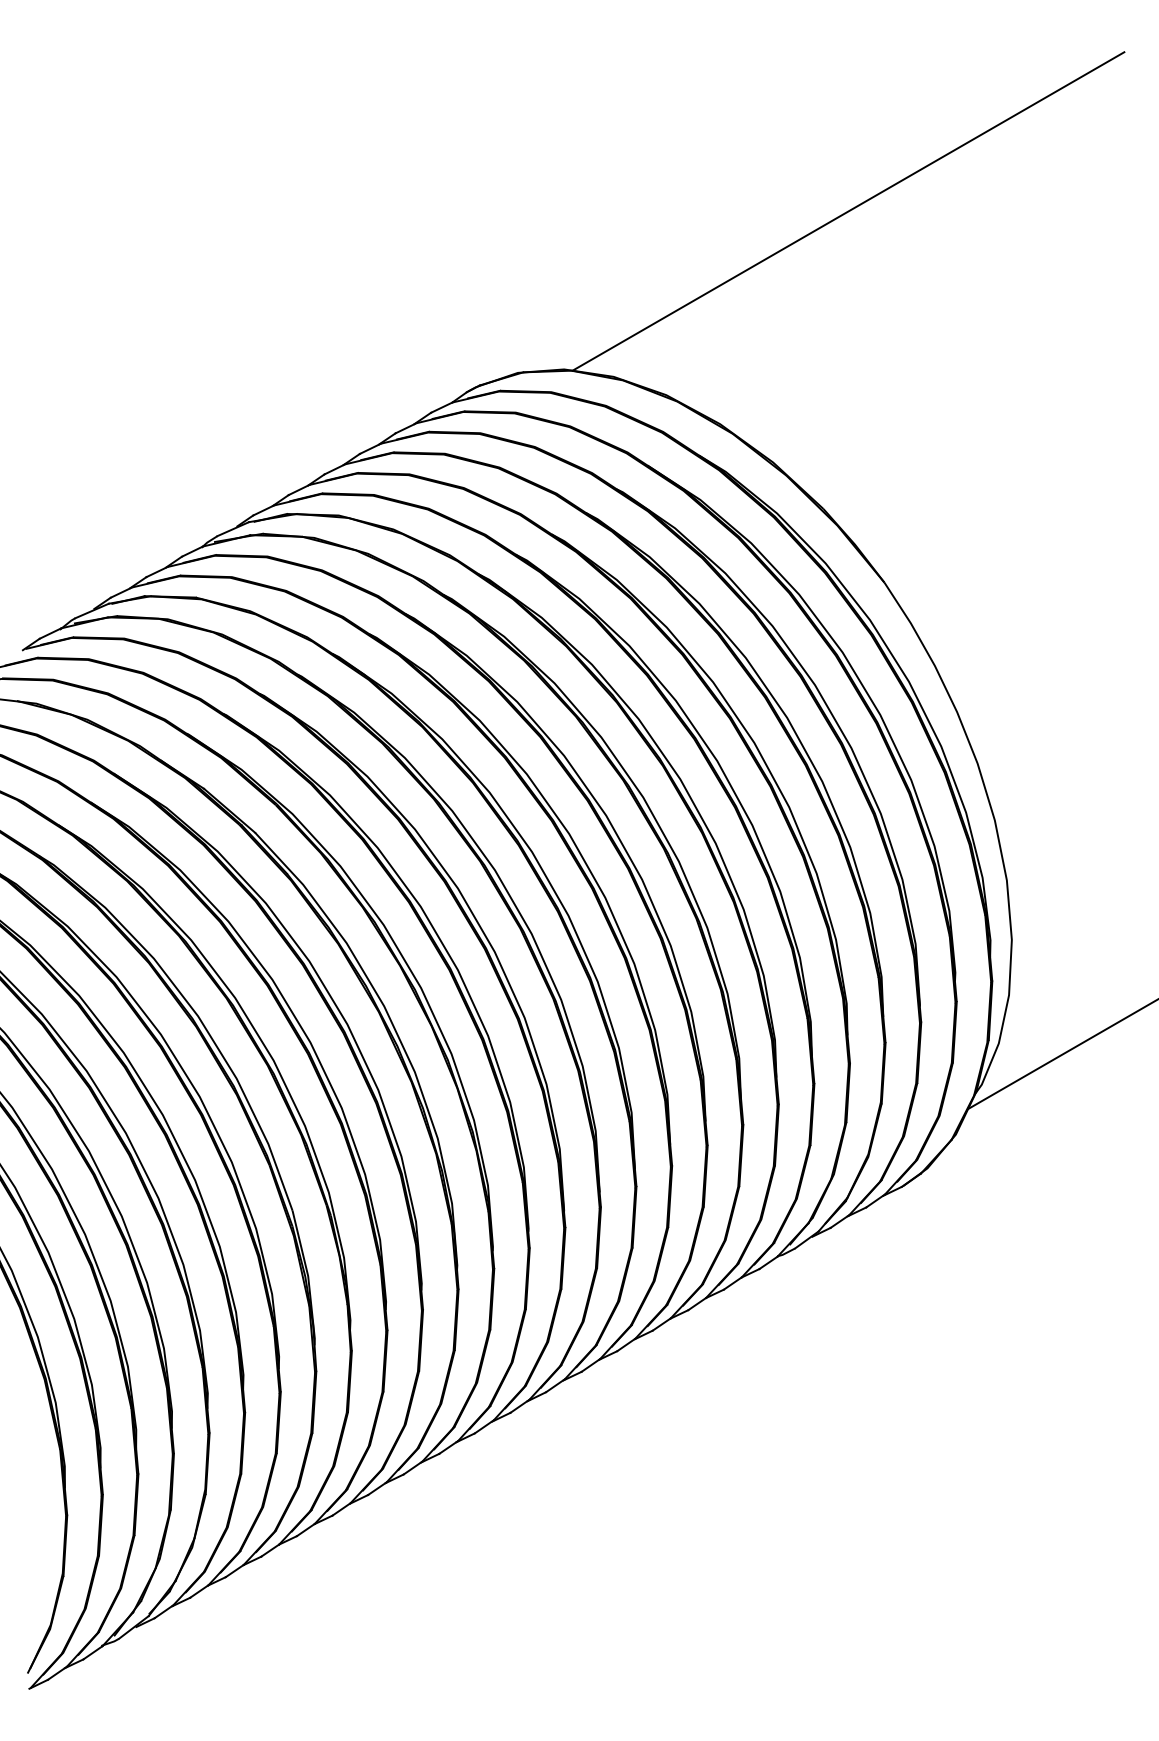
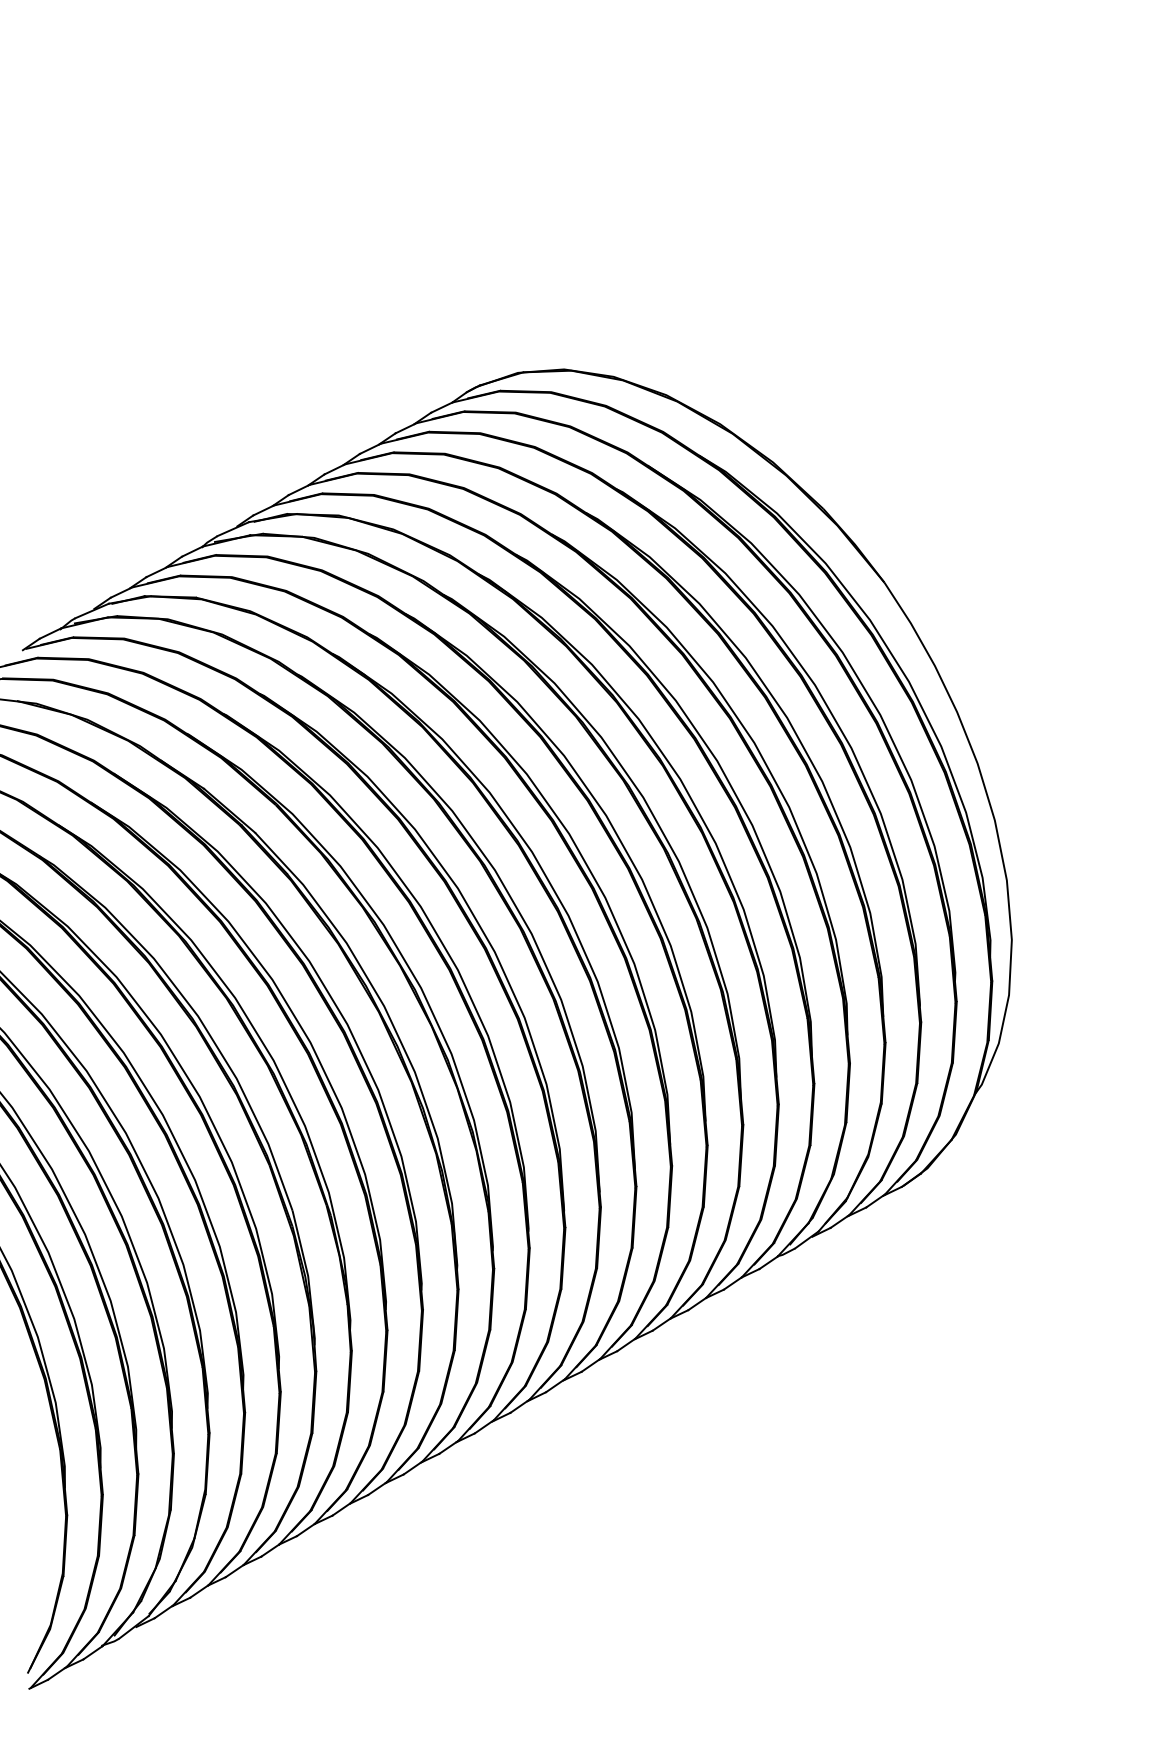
line at (848, 211): present -> none
line at (1061, 1054): present -> none
